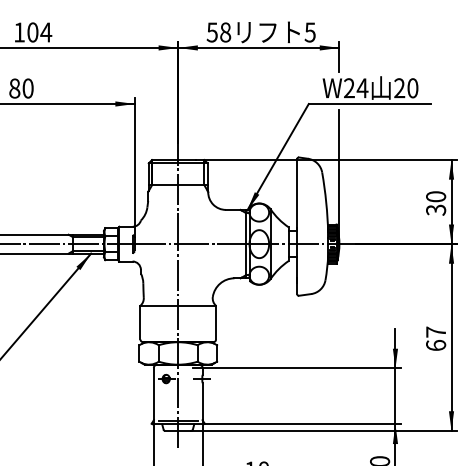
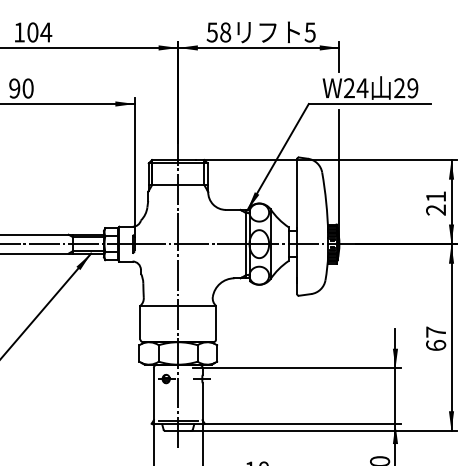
text at (14, 88): 80 -> 90
text at (412, 88): 20 -> 29
text at (436, 203): 30 -> 21
